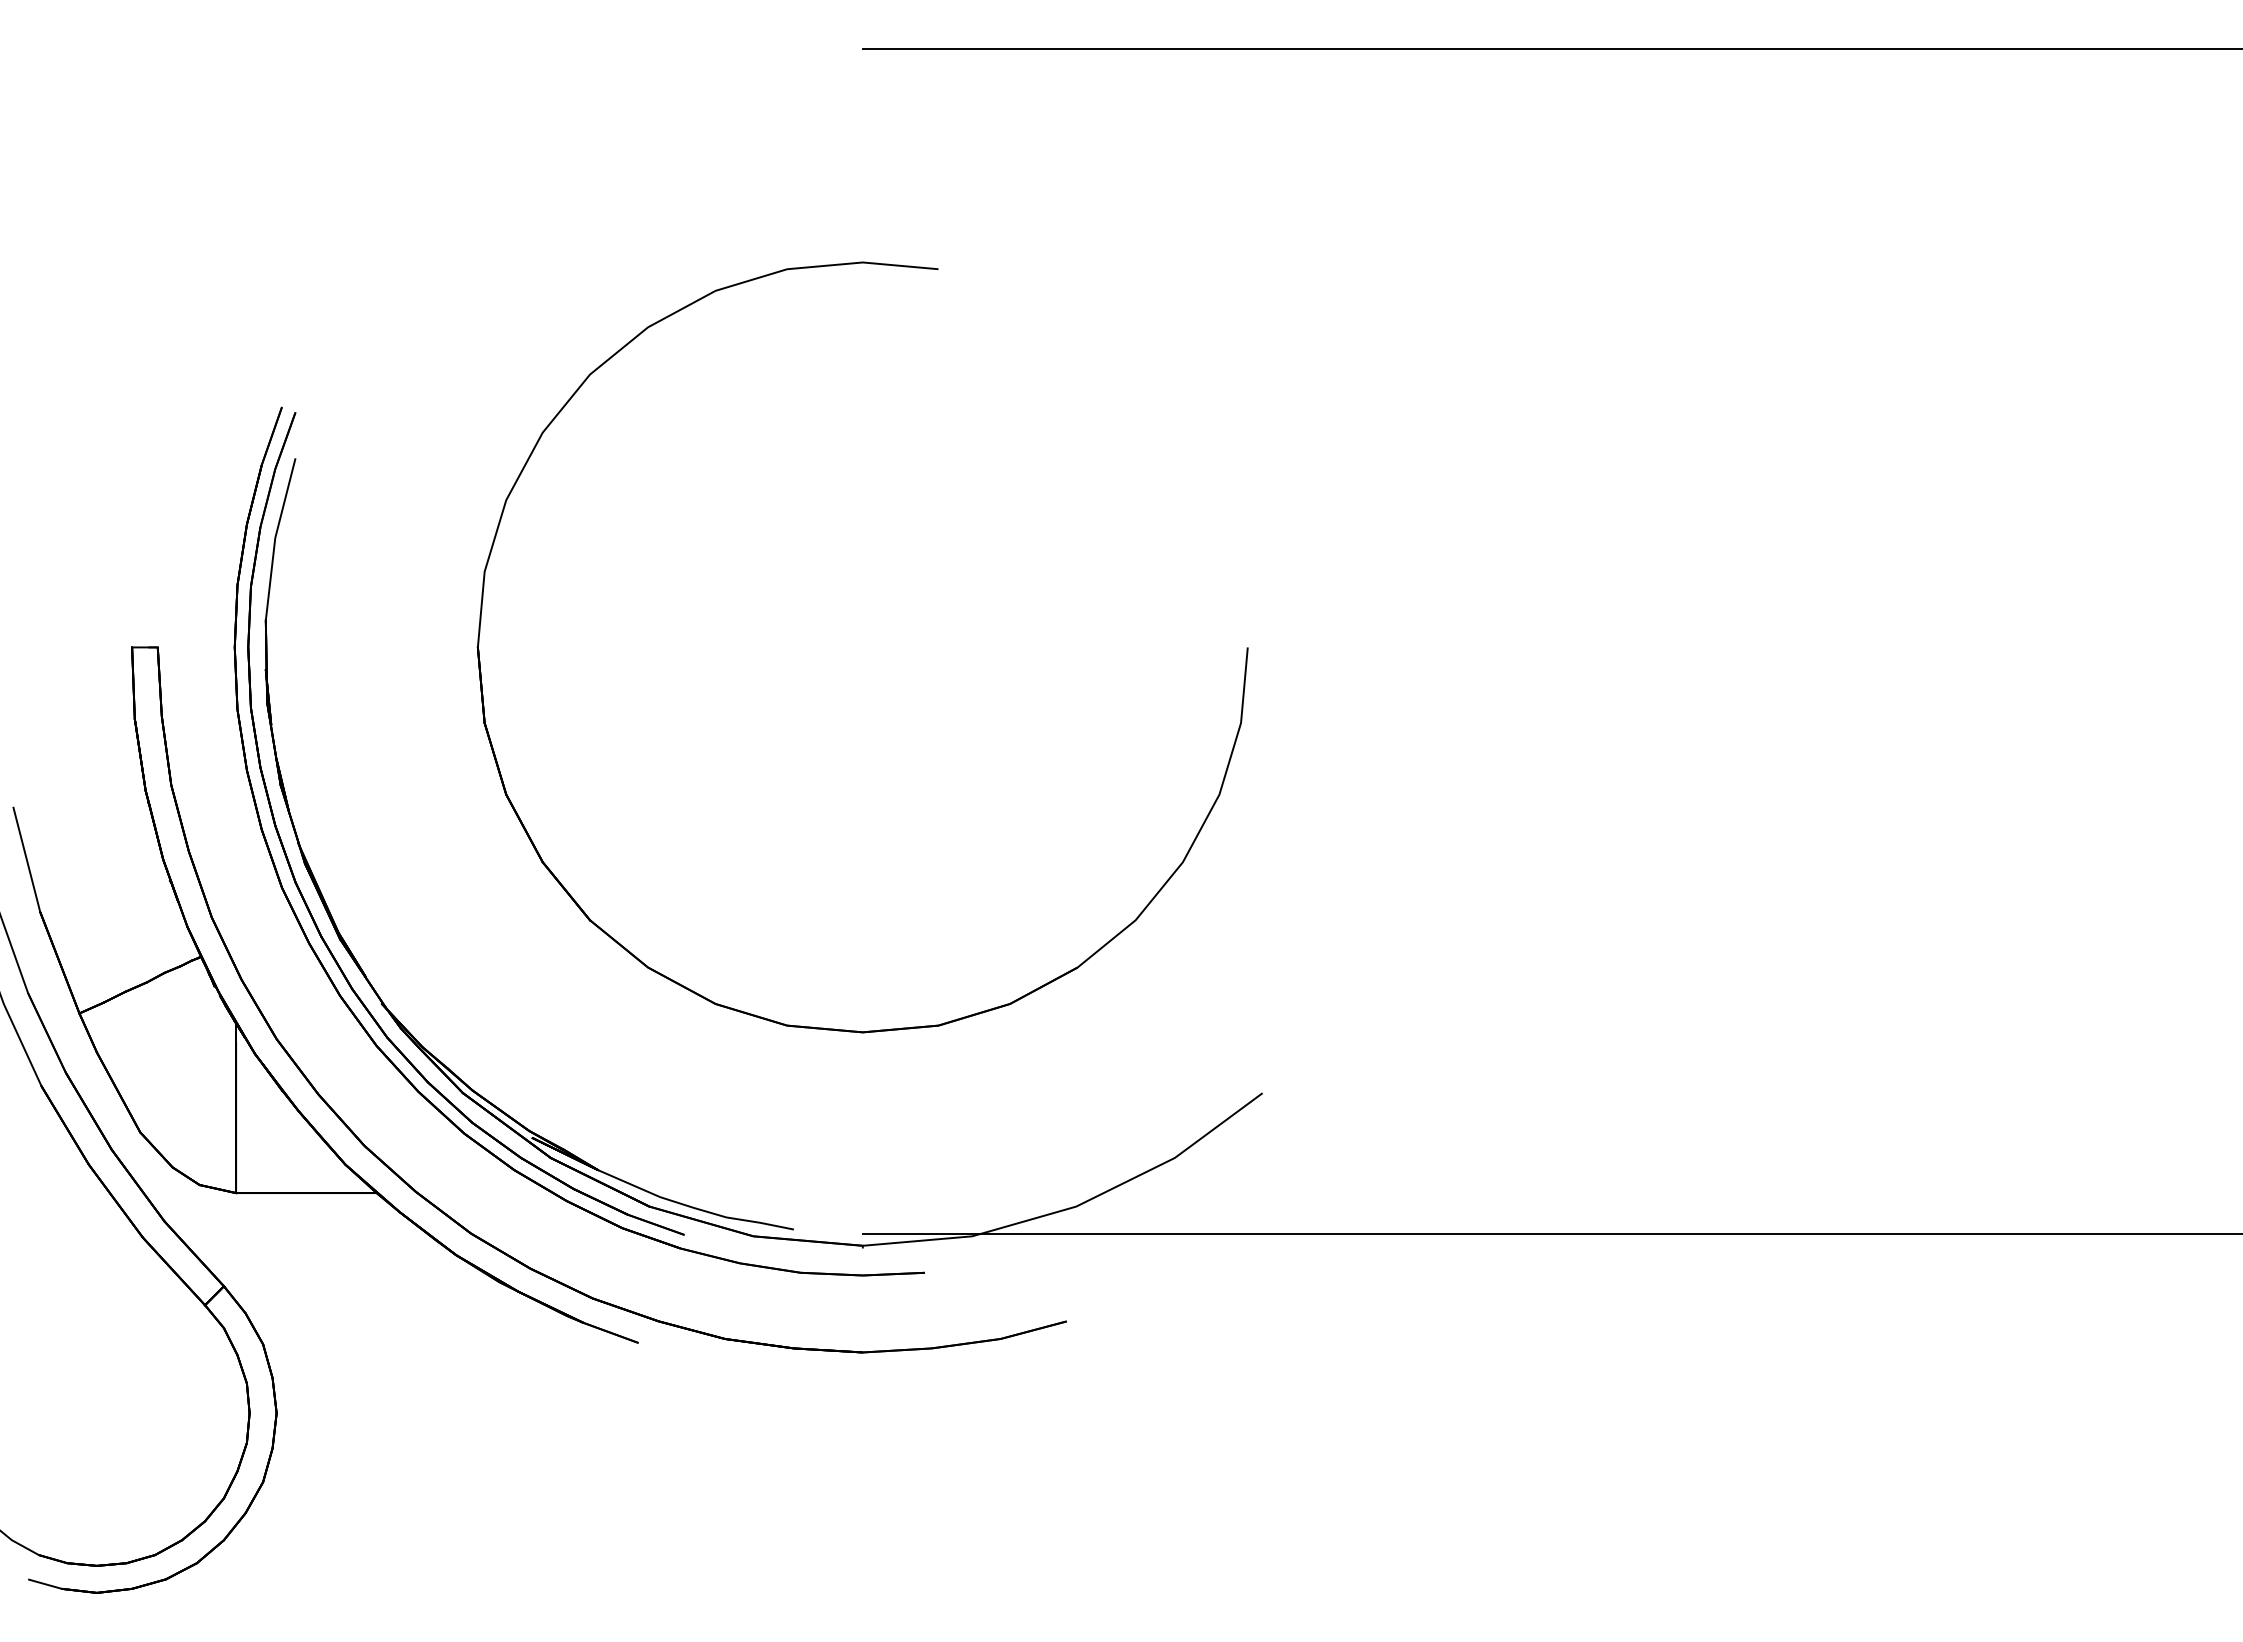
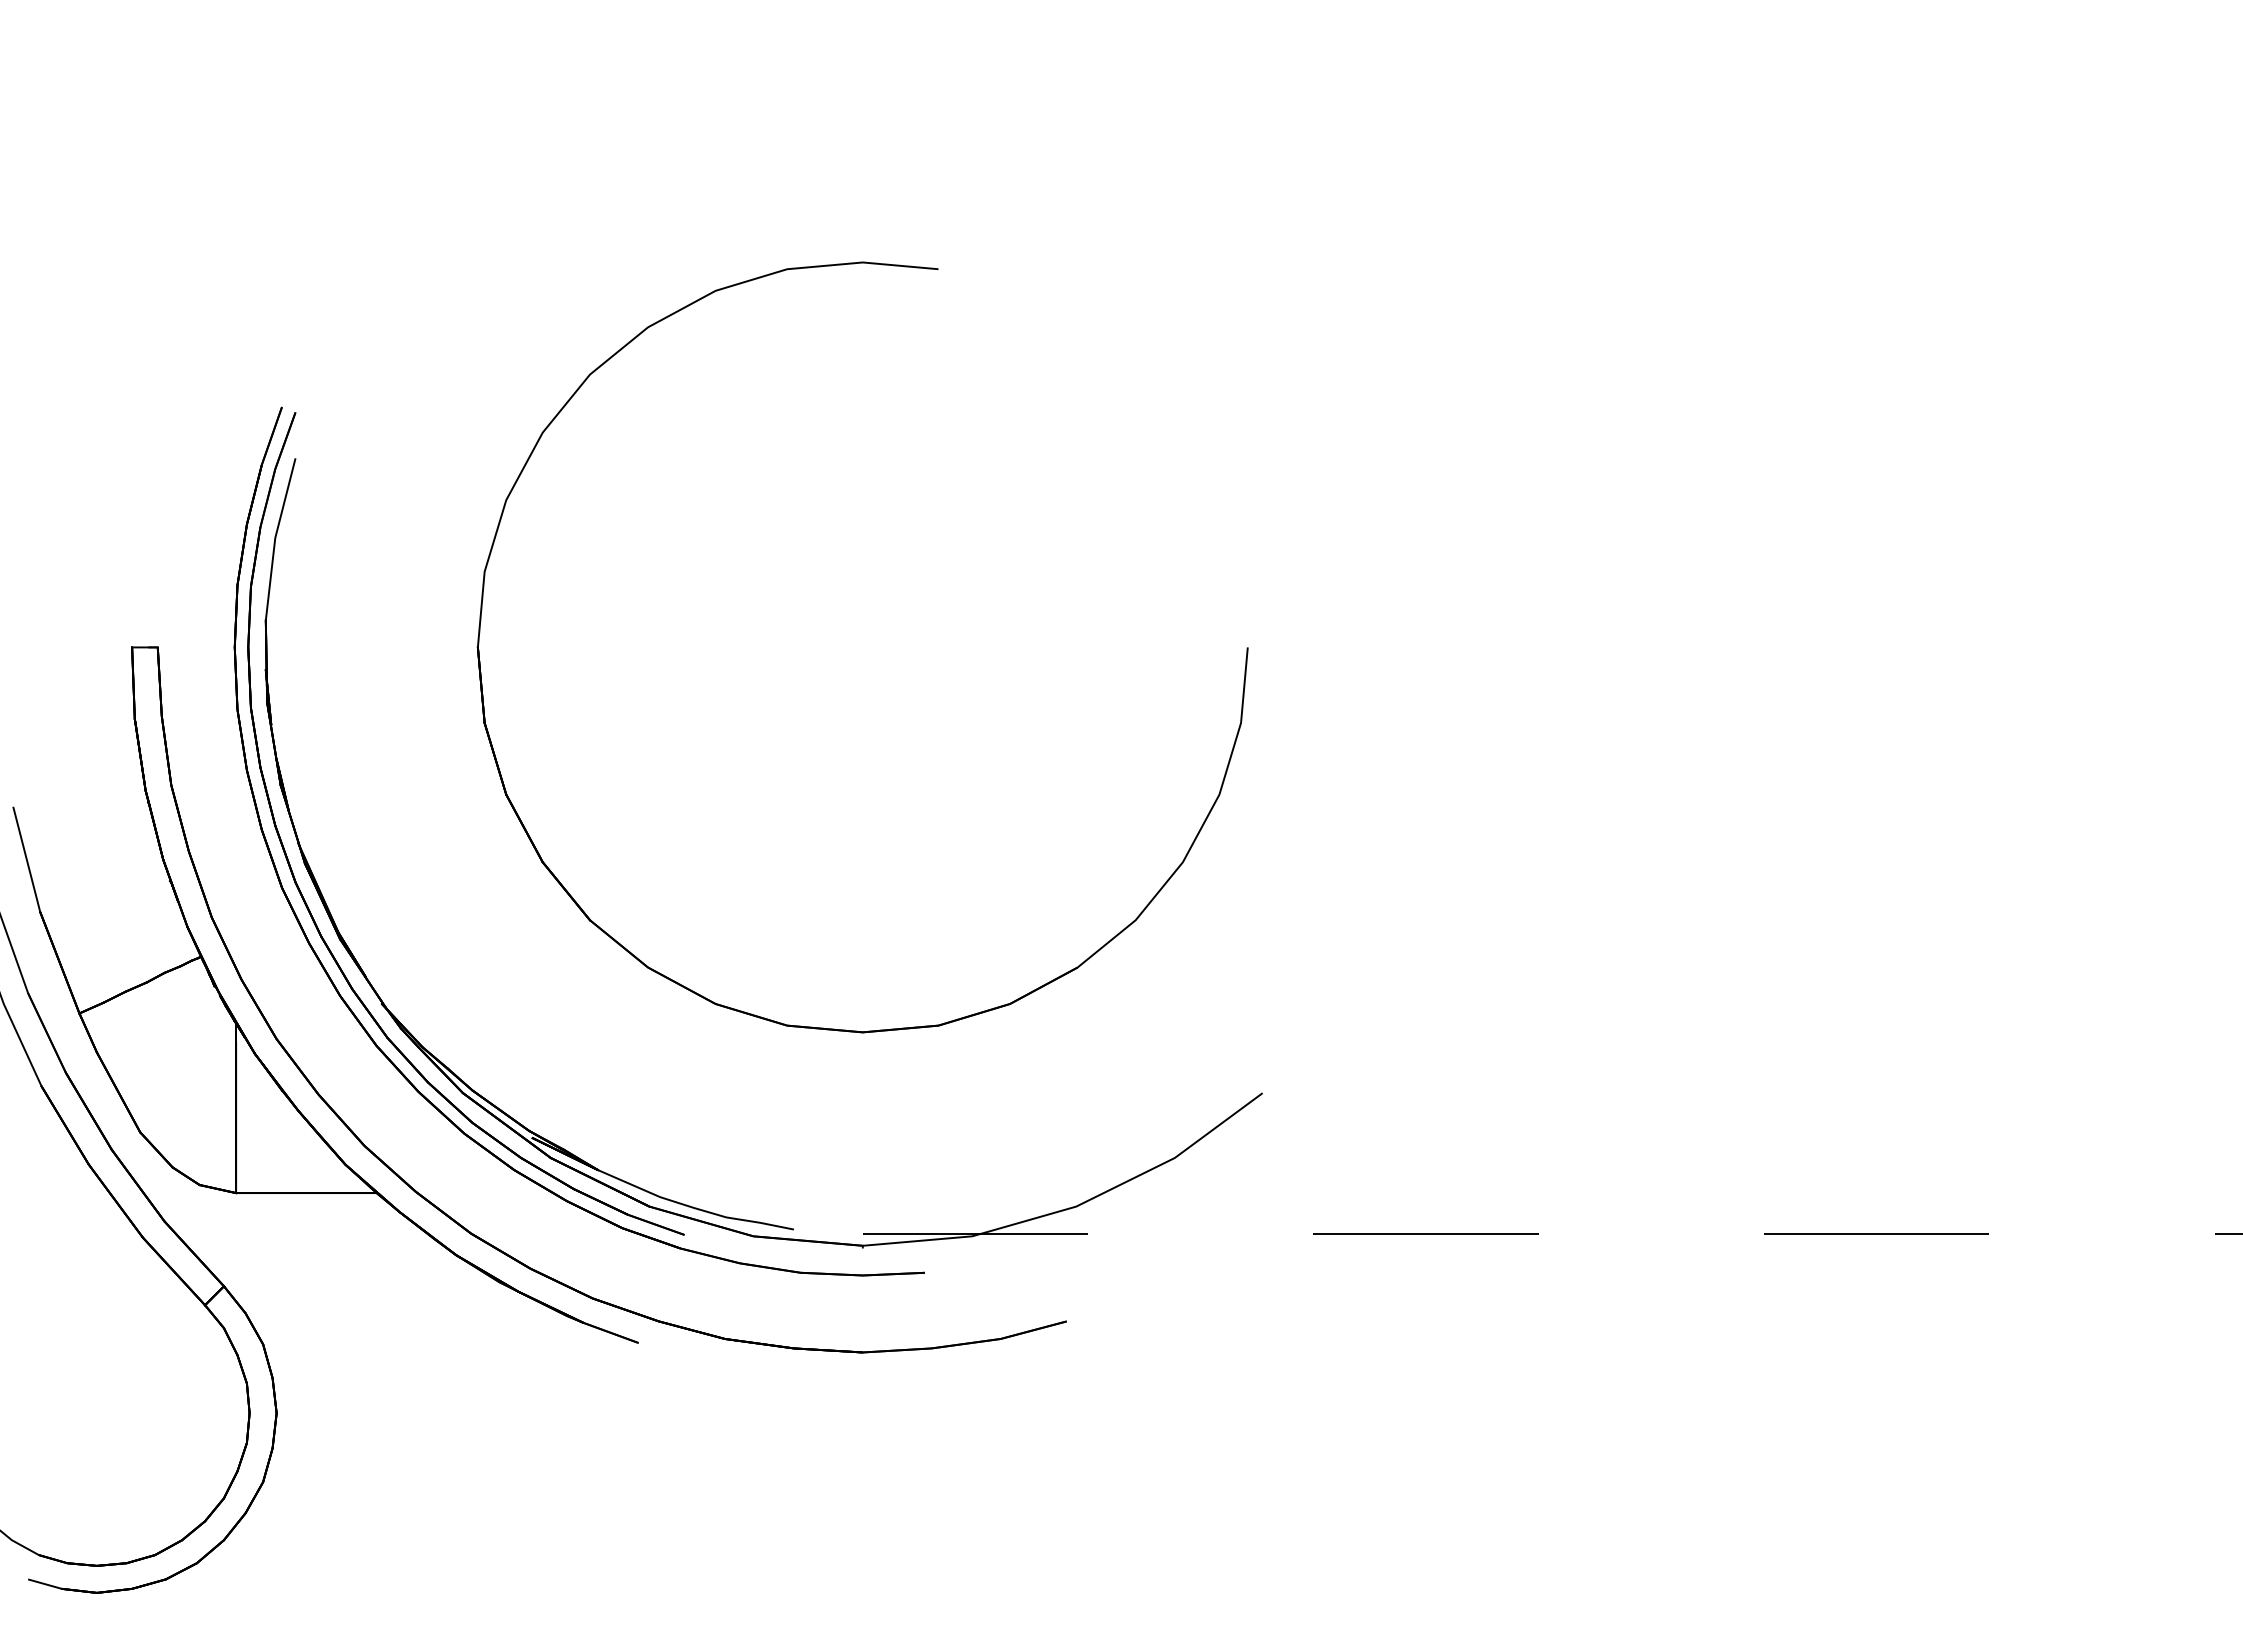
line at (1550, 49): present -> none
line at (1552, 1233): solid -> dashed
